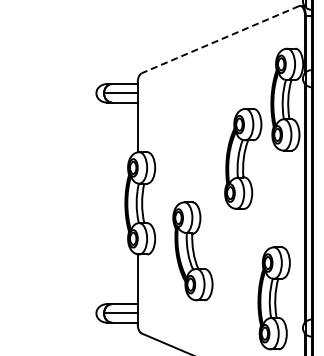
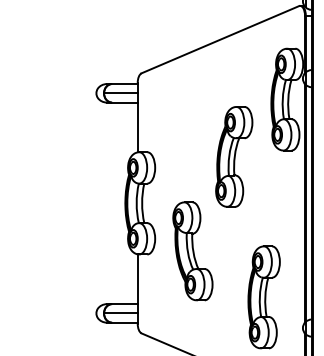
line at (220, 39): dashed -> solid
part at (243, 158) position: (243, 158) -> (234, 156)
part at (273, 298) position: (273, 298) -> (263, 297)
